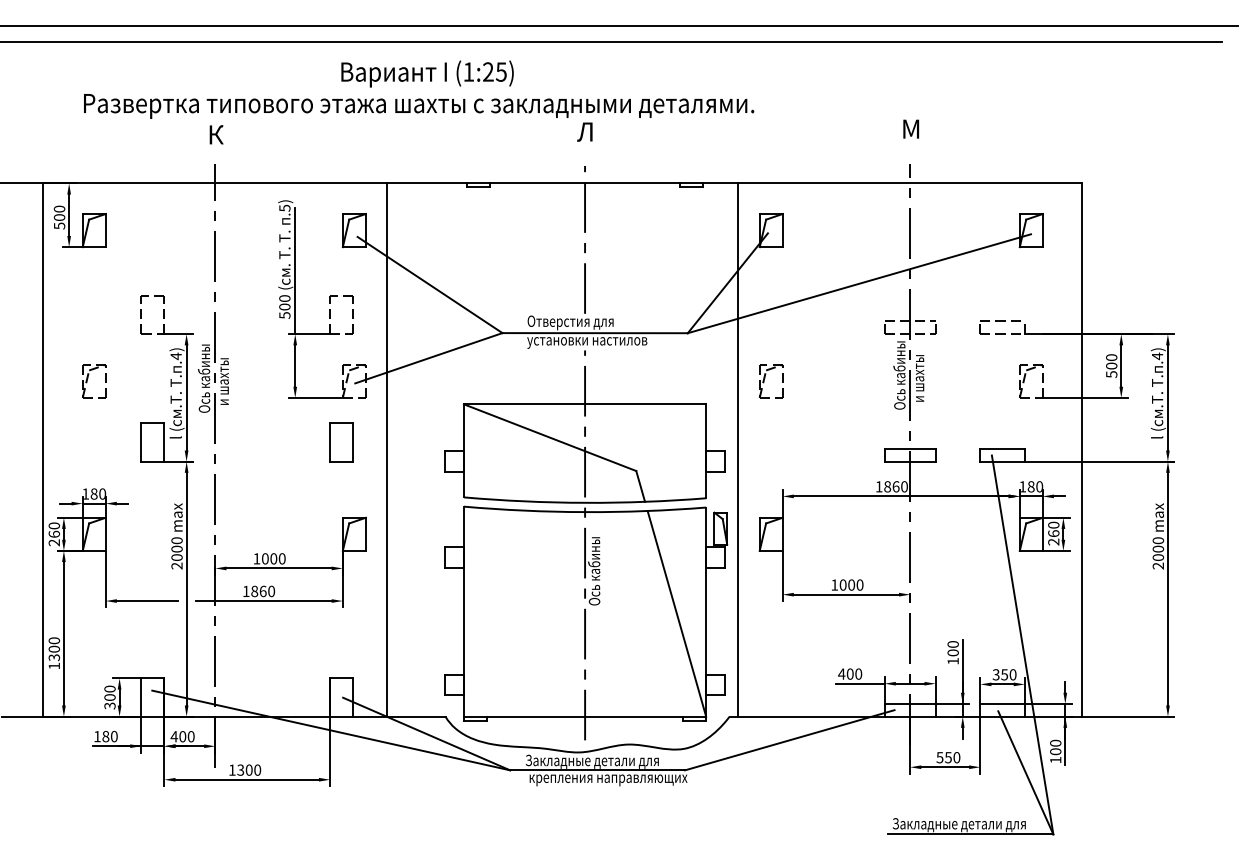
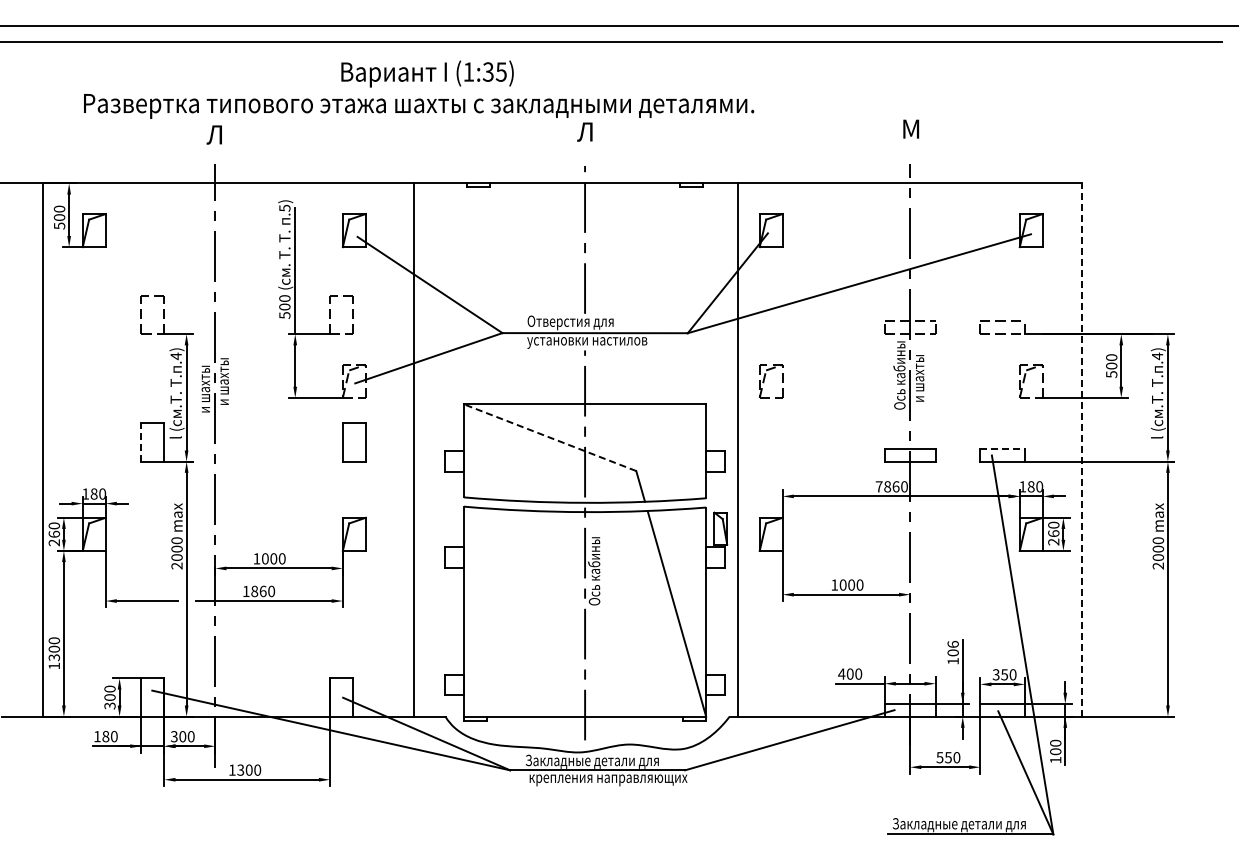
text at (487, 71): (1:25) -> (1:35)
text at (214, 134): К -> Л
part at (88, 378): present -> none
text at (203, 378): Ось кабины -> и шахты
line at (549, 437): solid -> dashed
line at (141, 442): solid -> dashed
part at (341, 442) position: (341, 442) -> (354, 442)
line at (1003, 448): solid -> dashed
line at (387, 449) position: (387, 449) -> (414, 449)
line at (1082, 450): solid -> dashed
text at (878, 486): 1860 -> 7860
text at (952, 643): 100 -> 106
text at (174, 736): 400 -> 300
